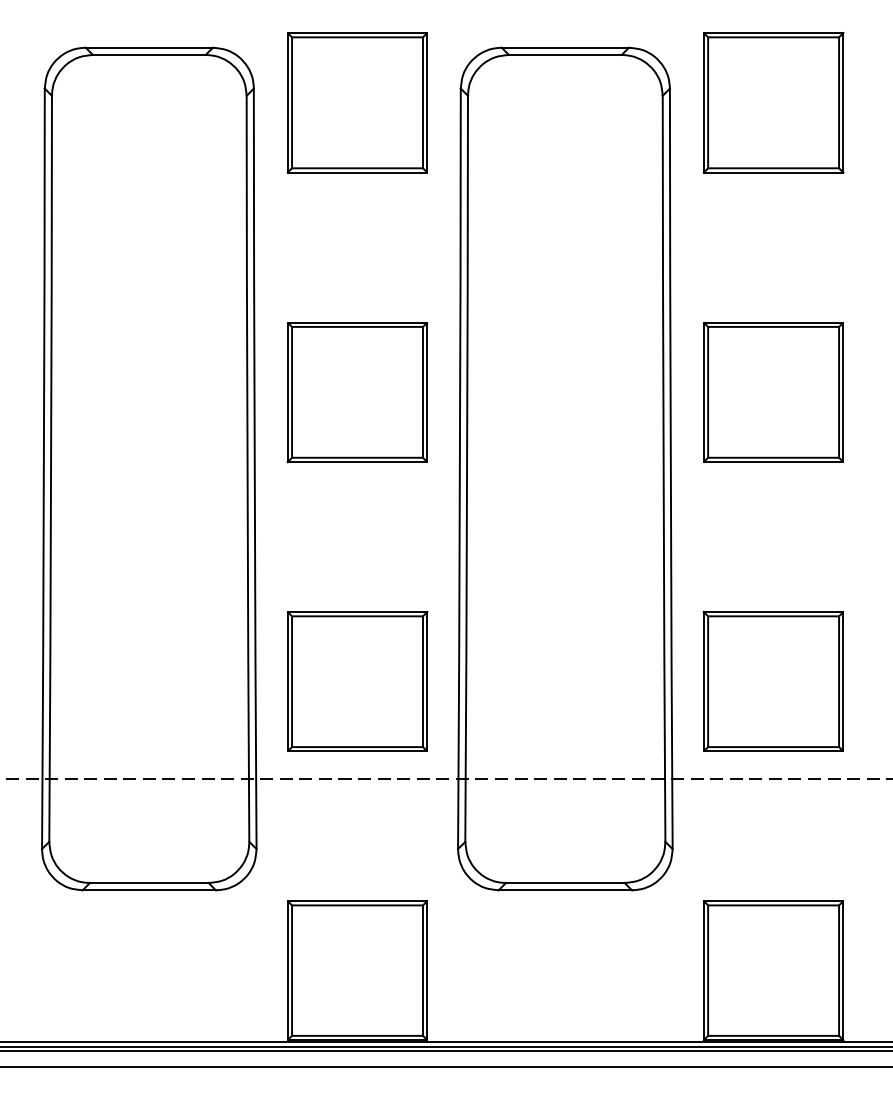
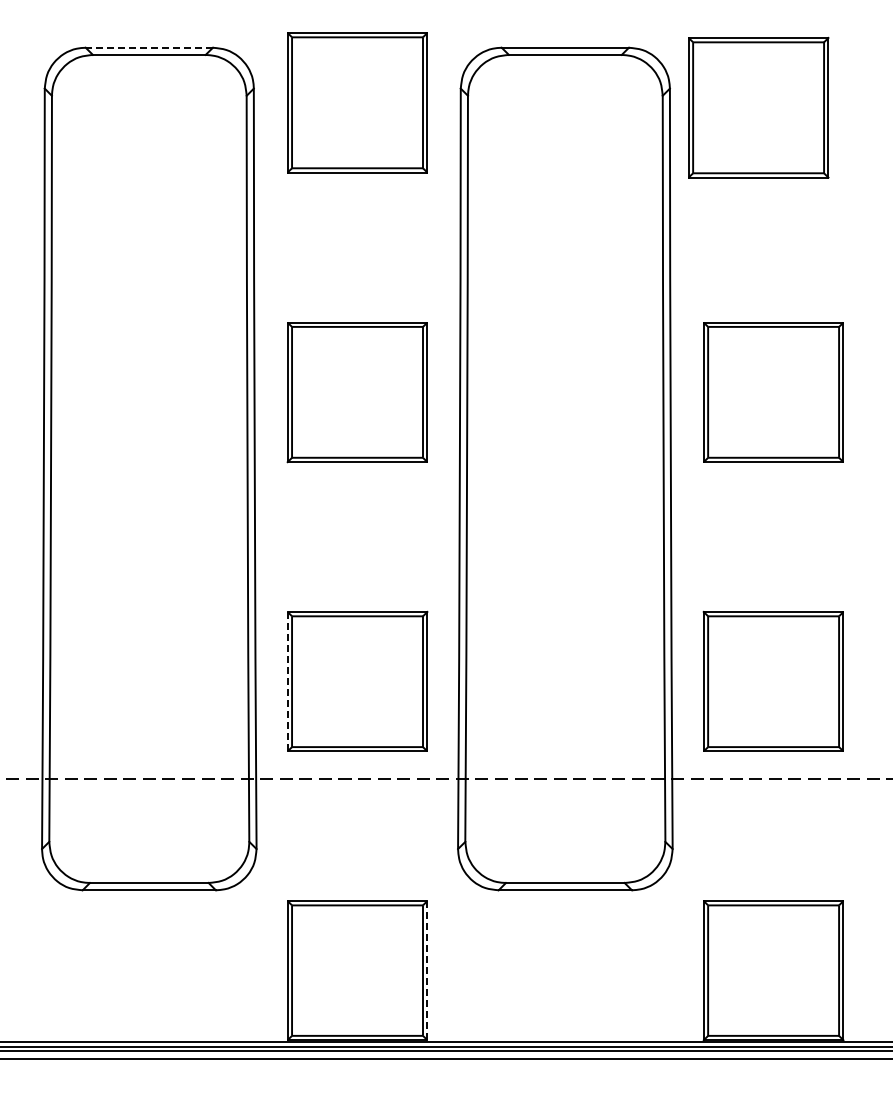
line at (149, 47): solid -> dashed
part at (773, 102) position: (773, 102) -> (758, 107)
line at (287, 681): solid -> dashed
line at (427, 970): solid -> dashed
line at (445, 1066) position: (445, 1066) -> (445, 1058)
